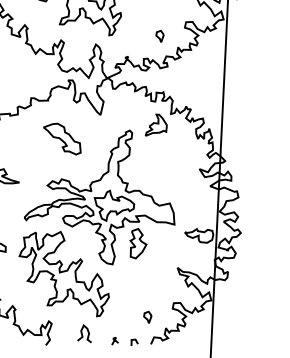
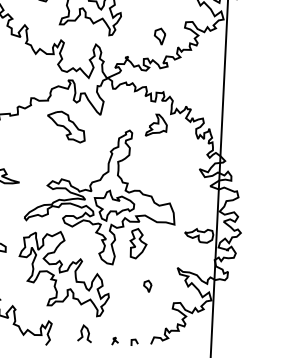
part at (159, 35) size: 10x14 px -> 13x19 px
part at (62, 138) position: (62, 138) -> (66, 126)
part at (147, 316) position: (147, 316) -> (147, 285)
